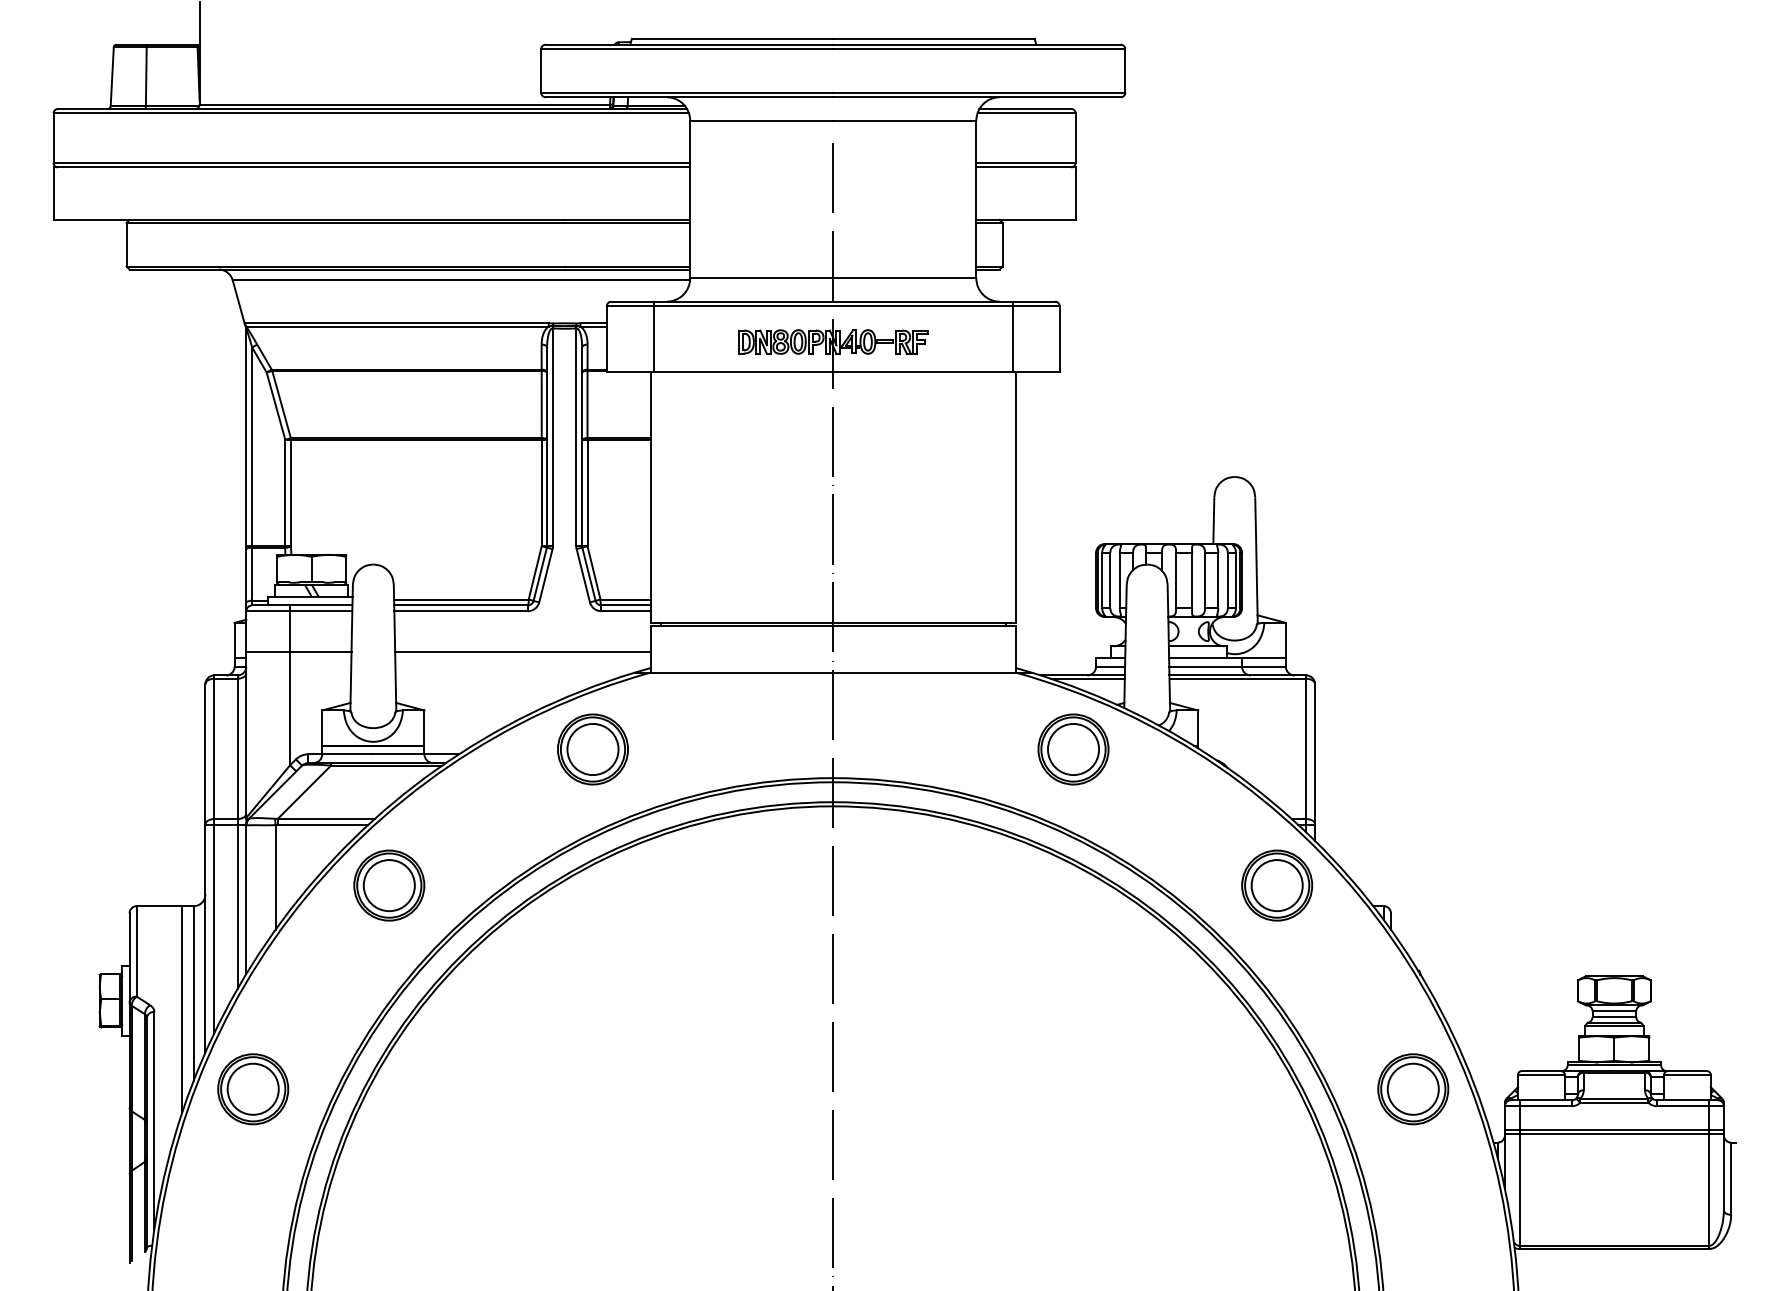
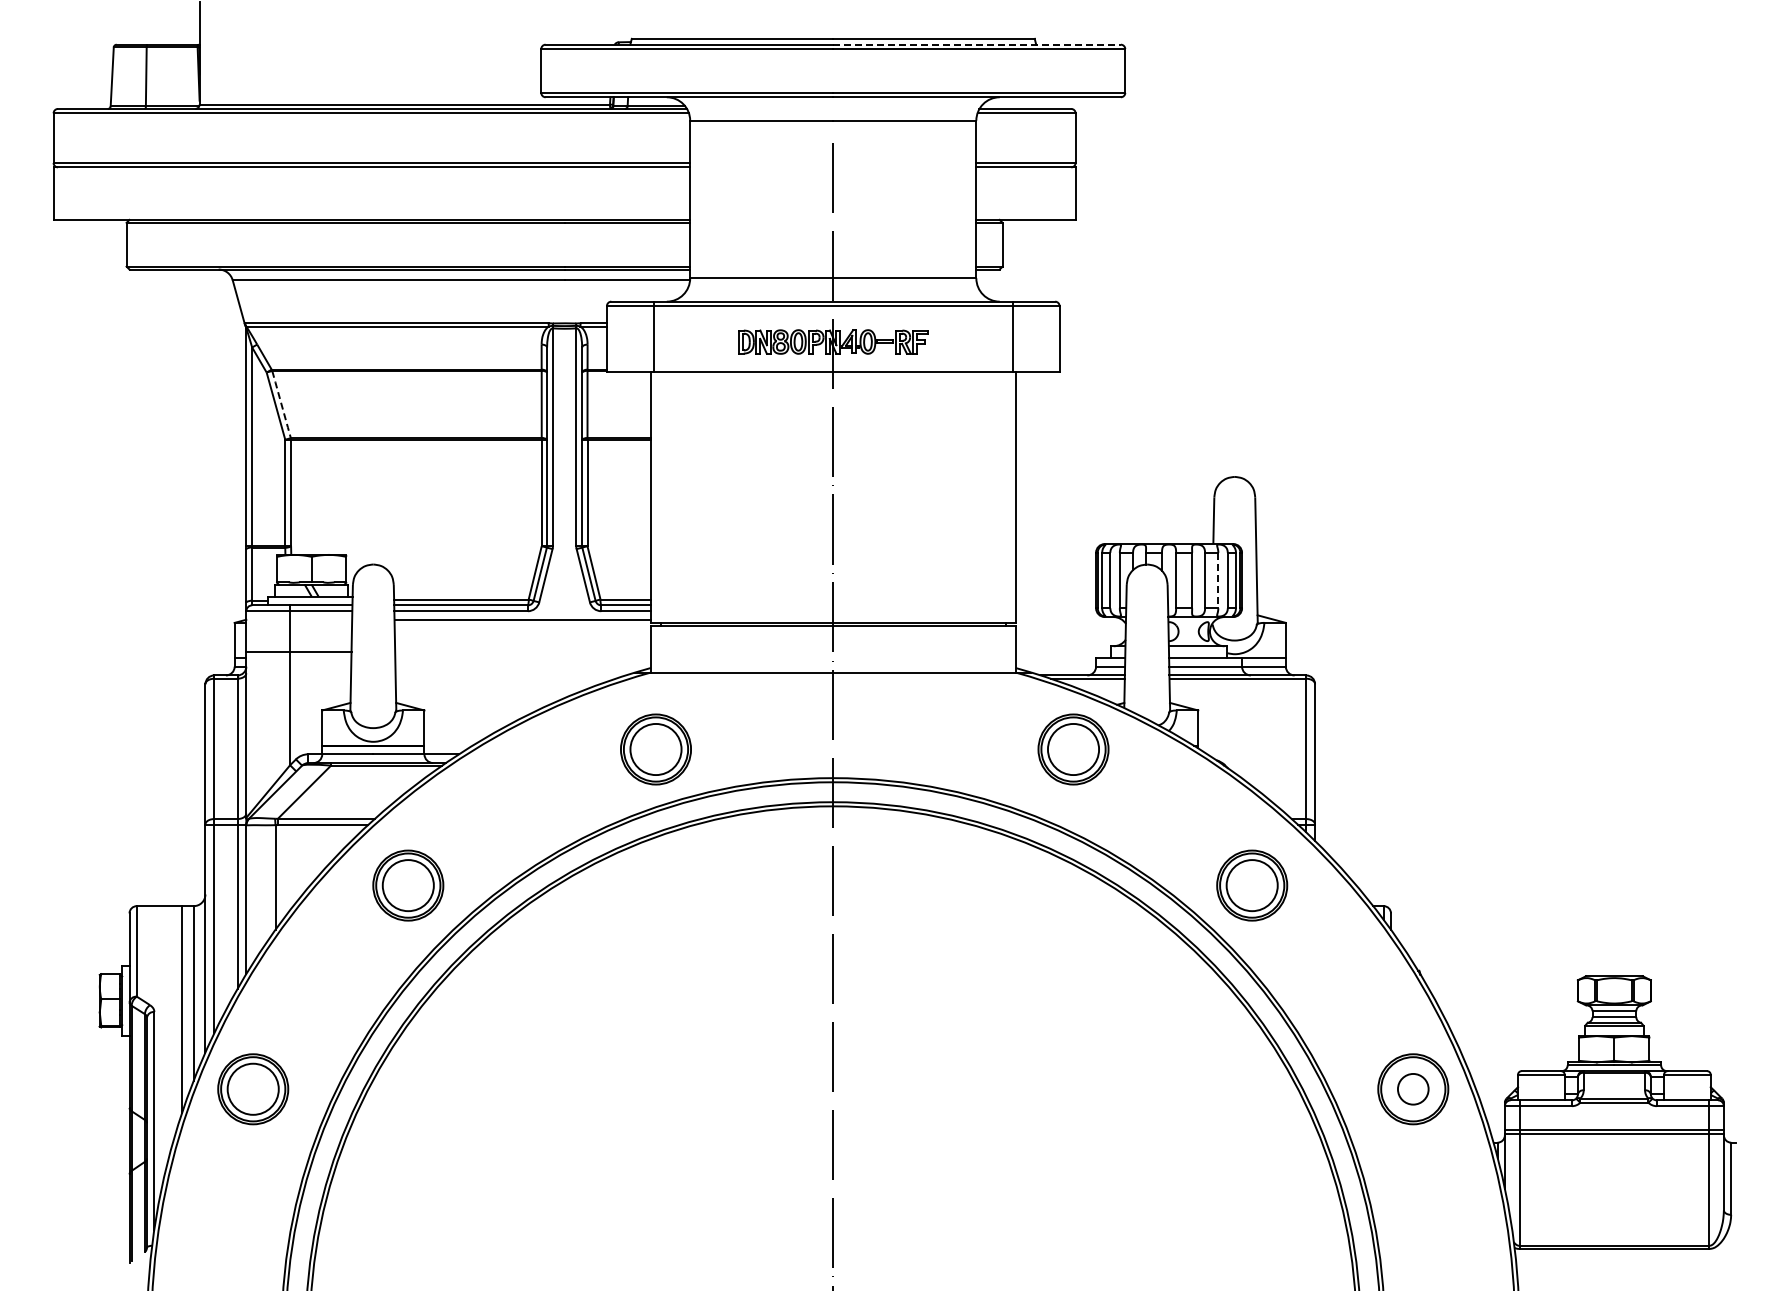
line at (977, 44): solid -> dashed
line at (281, 405): solid -> dashed
line at (1218, 580): solid -> dashed
line at (522, 652) position: (522, 652) -> (522, 620)
part at (592, 749) position: (592, 749) -> (655, 749)
part at (389, 885) position: (389, 885) -> (408, 885)
part at (1277, 885) position: (1277, 885) -> (1252, 885)
circle at (1412, 1088) diameter: 51 px -> 31 px
